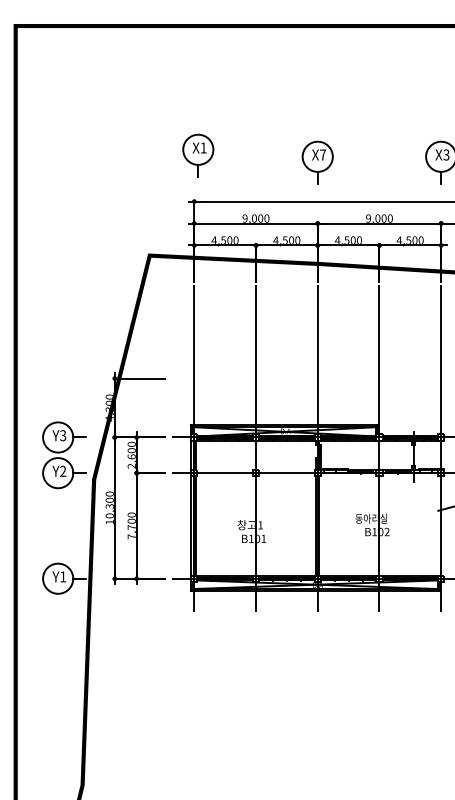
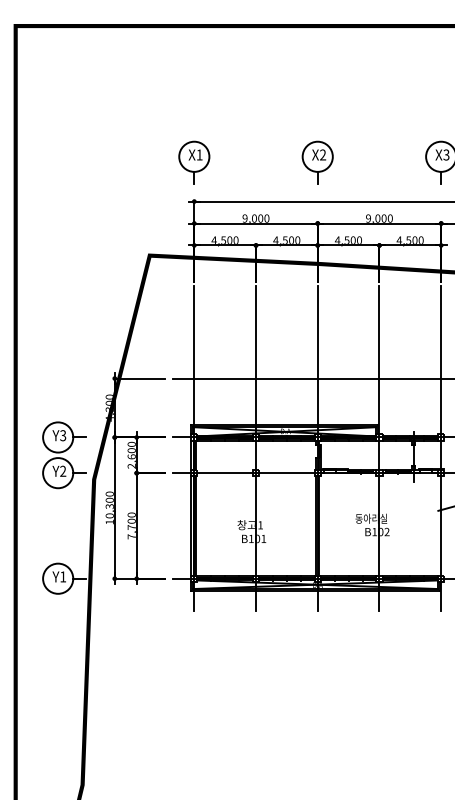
text at (323, 154): X7 -> X2
part at (198, 155) position: (198, 155) -> (194, 162)
line at (312, 378): none -> present
